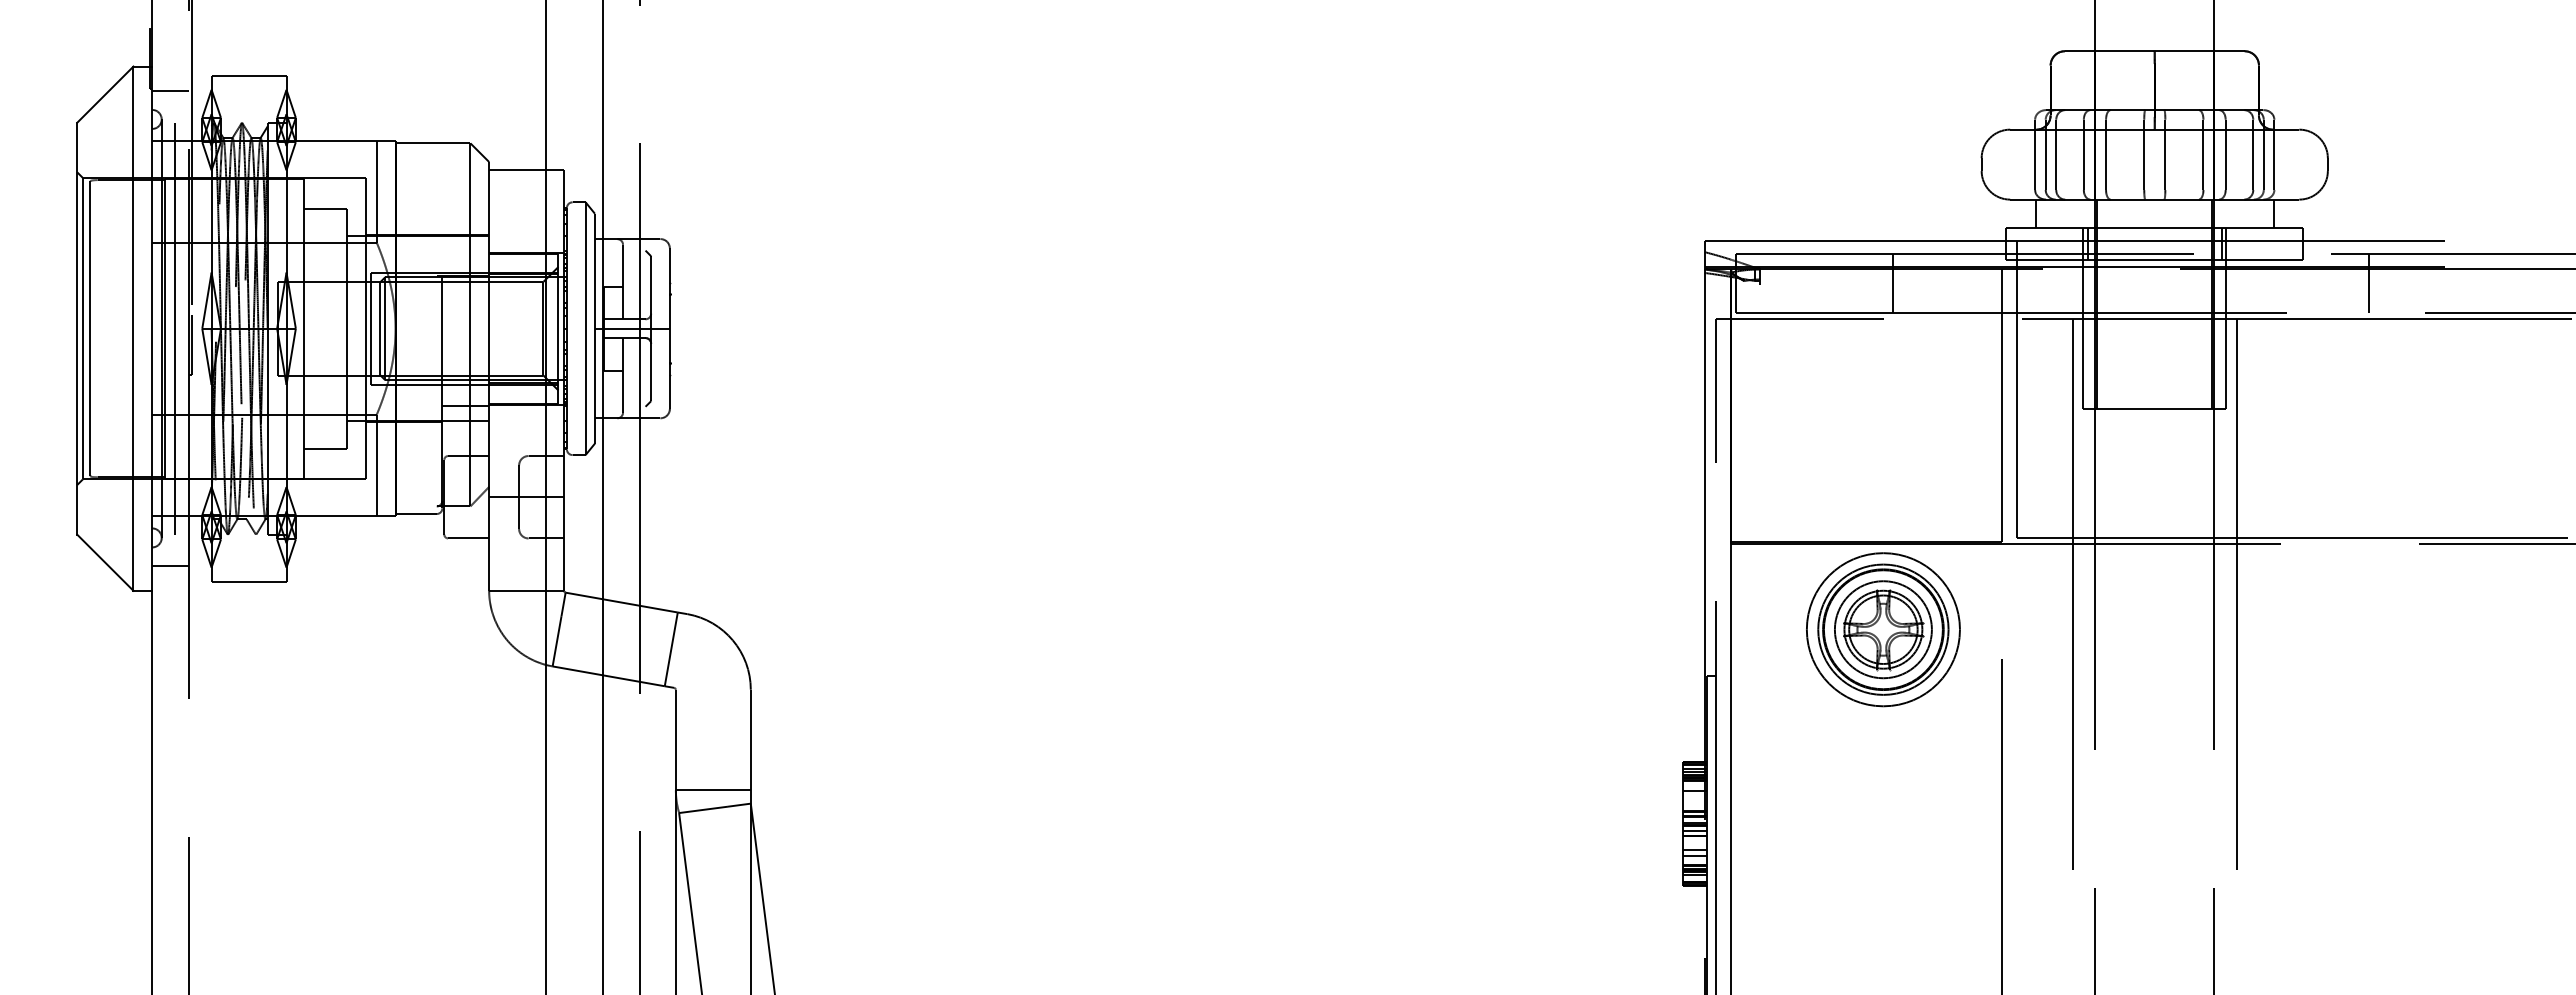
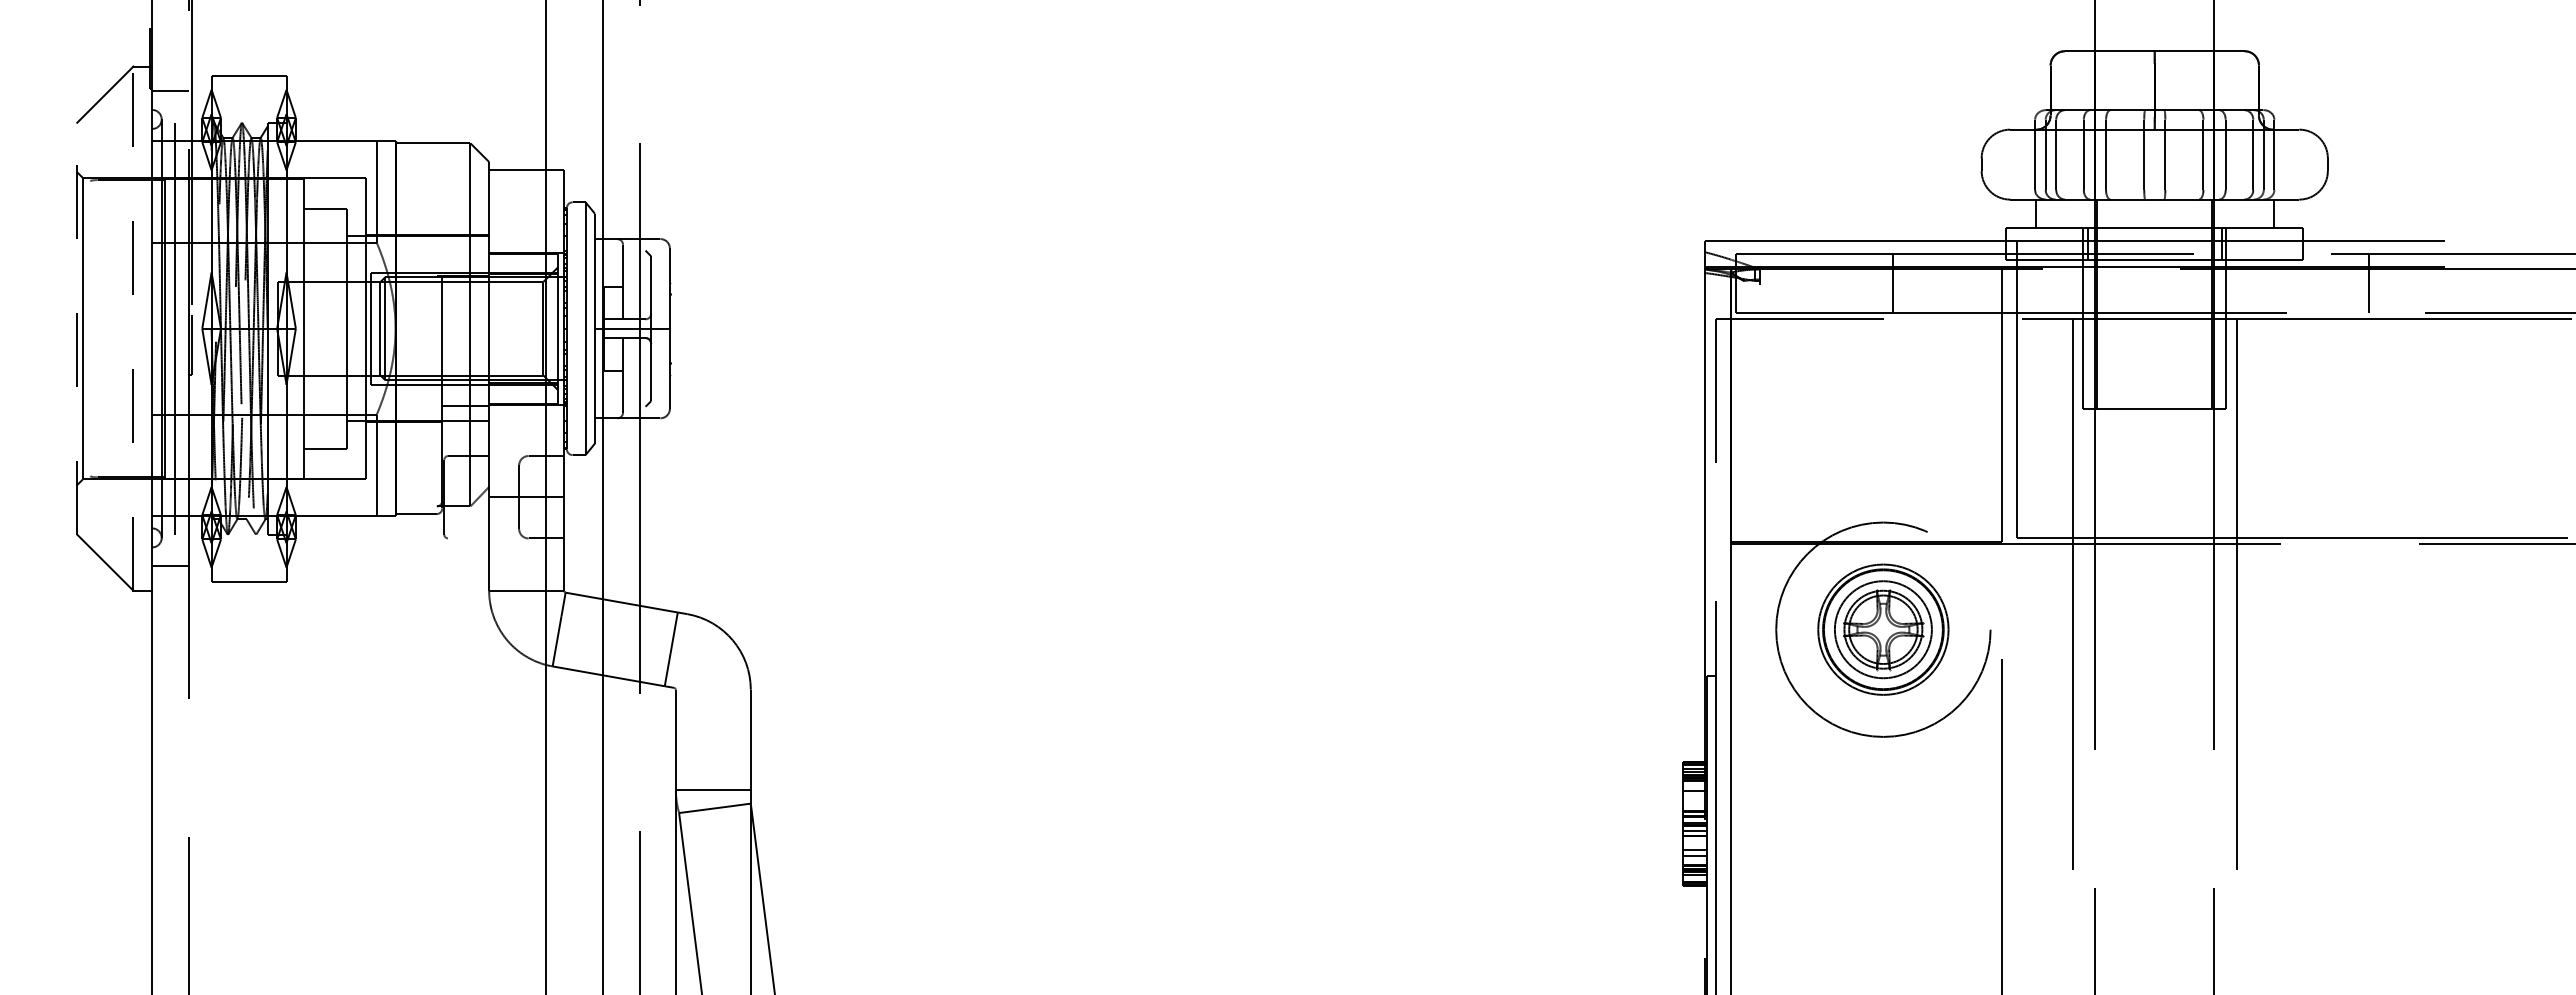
line at (77, 328): solid -> dashed
line at (90, 328): present -> none
line at (133, 328): solid -> dashed
line at (468, 538): present -> none
circle at (1882, 629) diameter: 153 px -> 214 px
